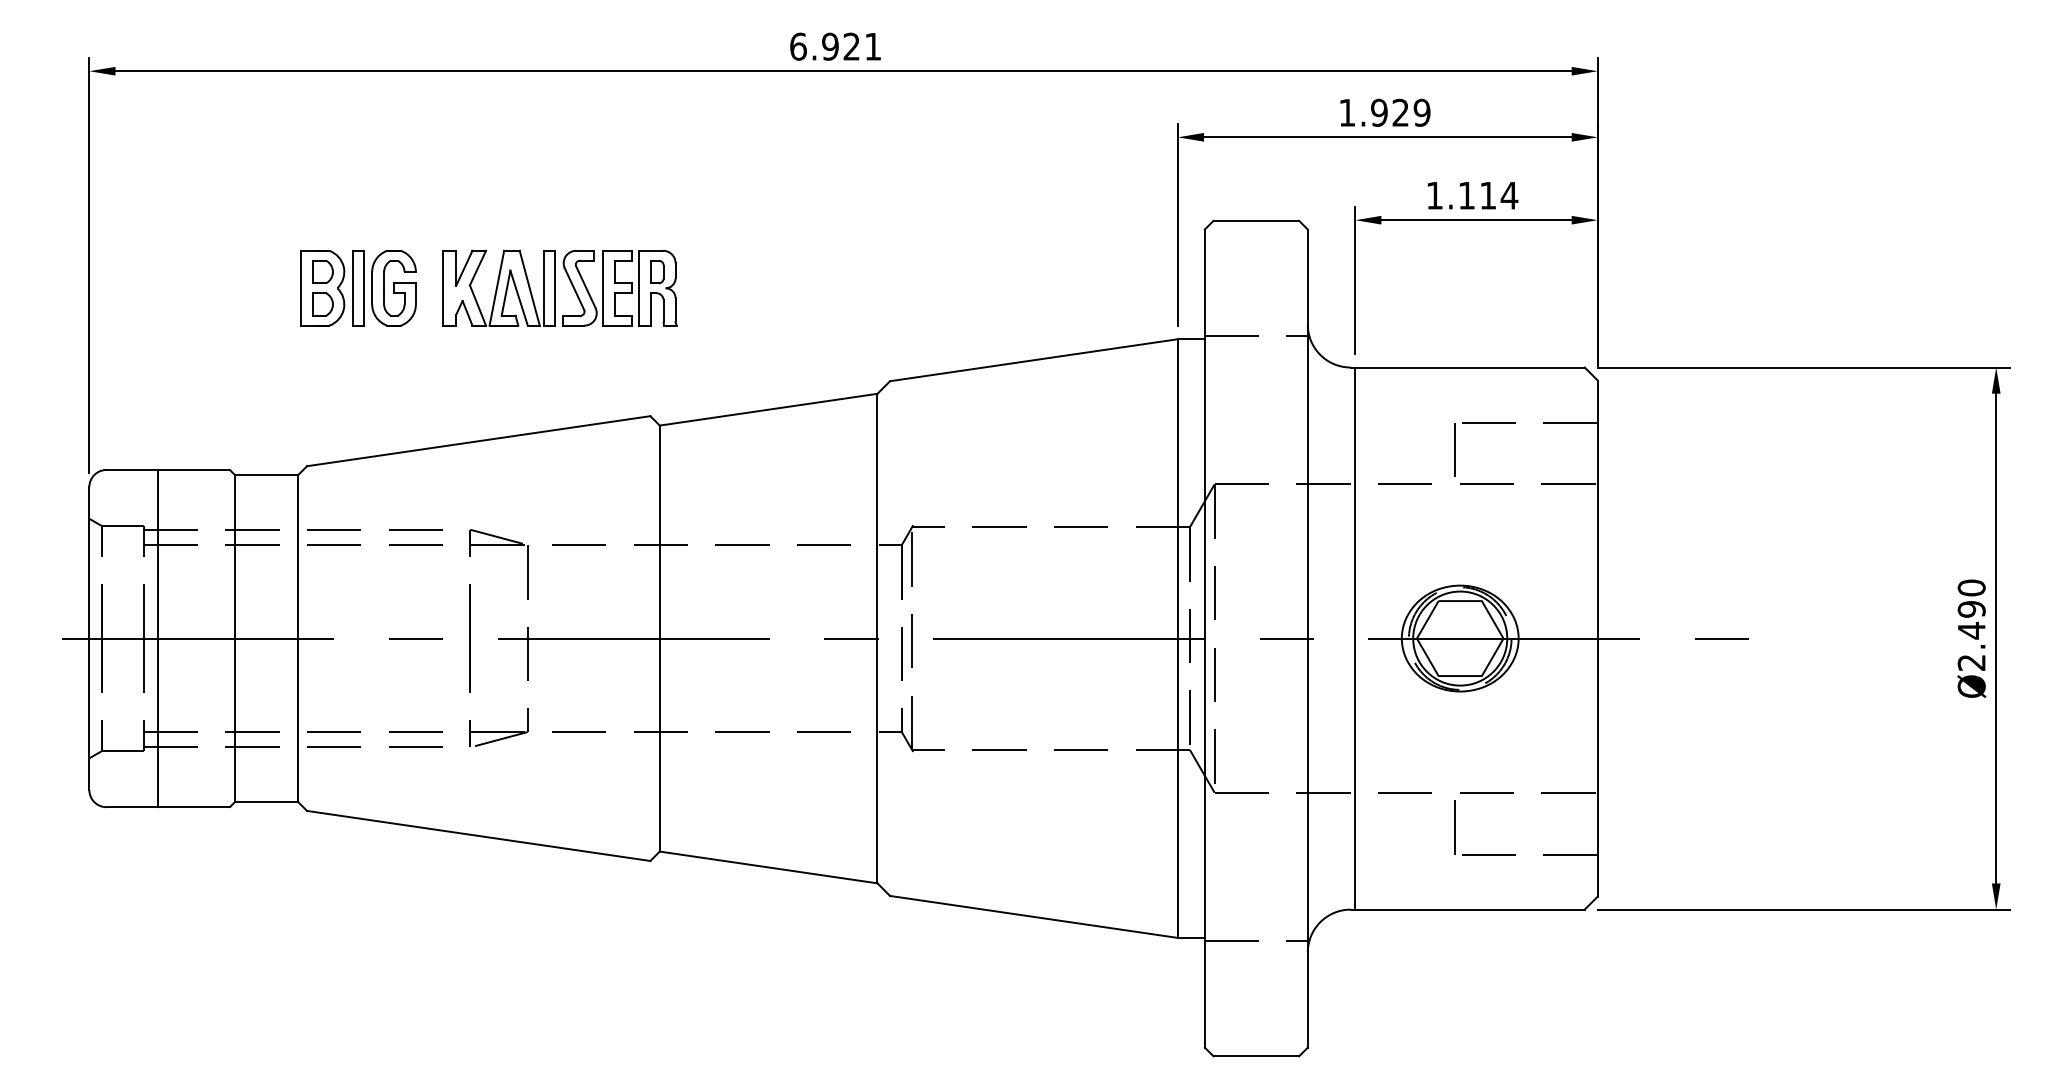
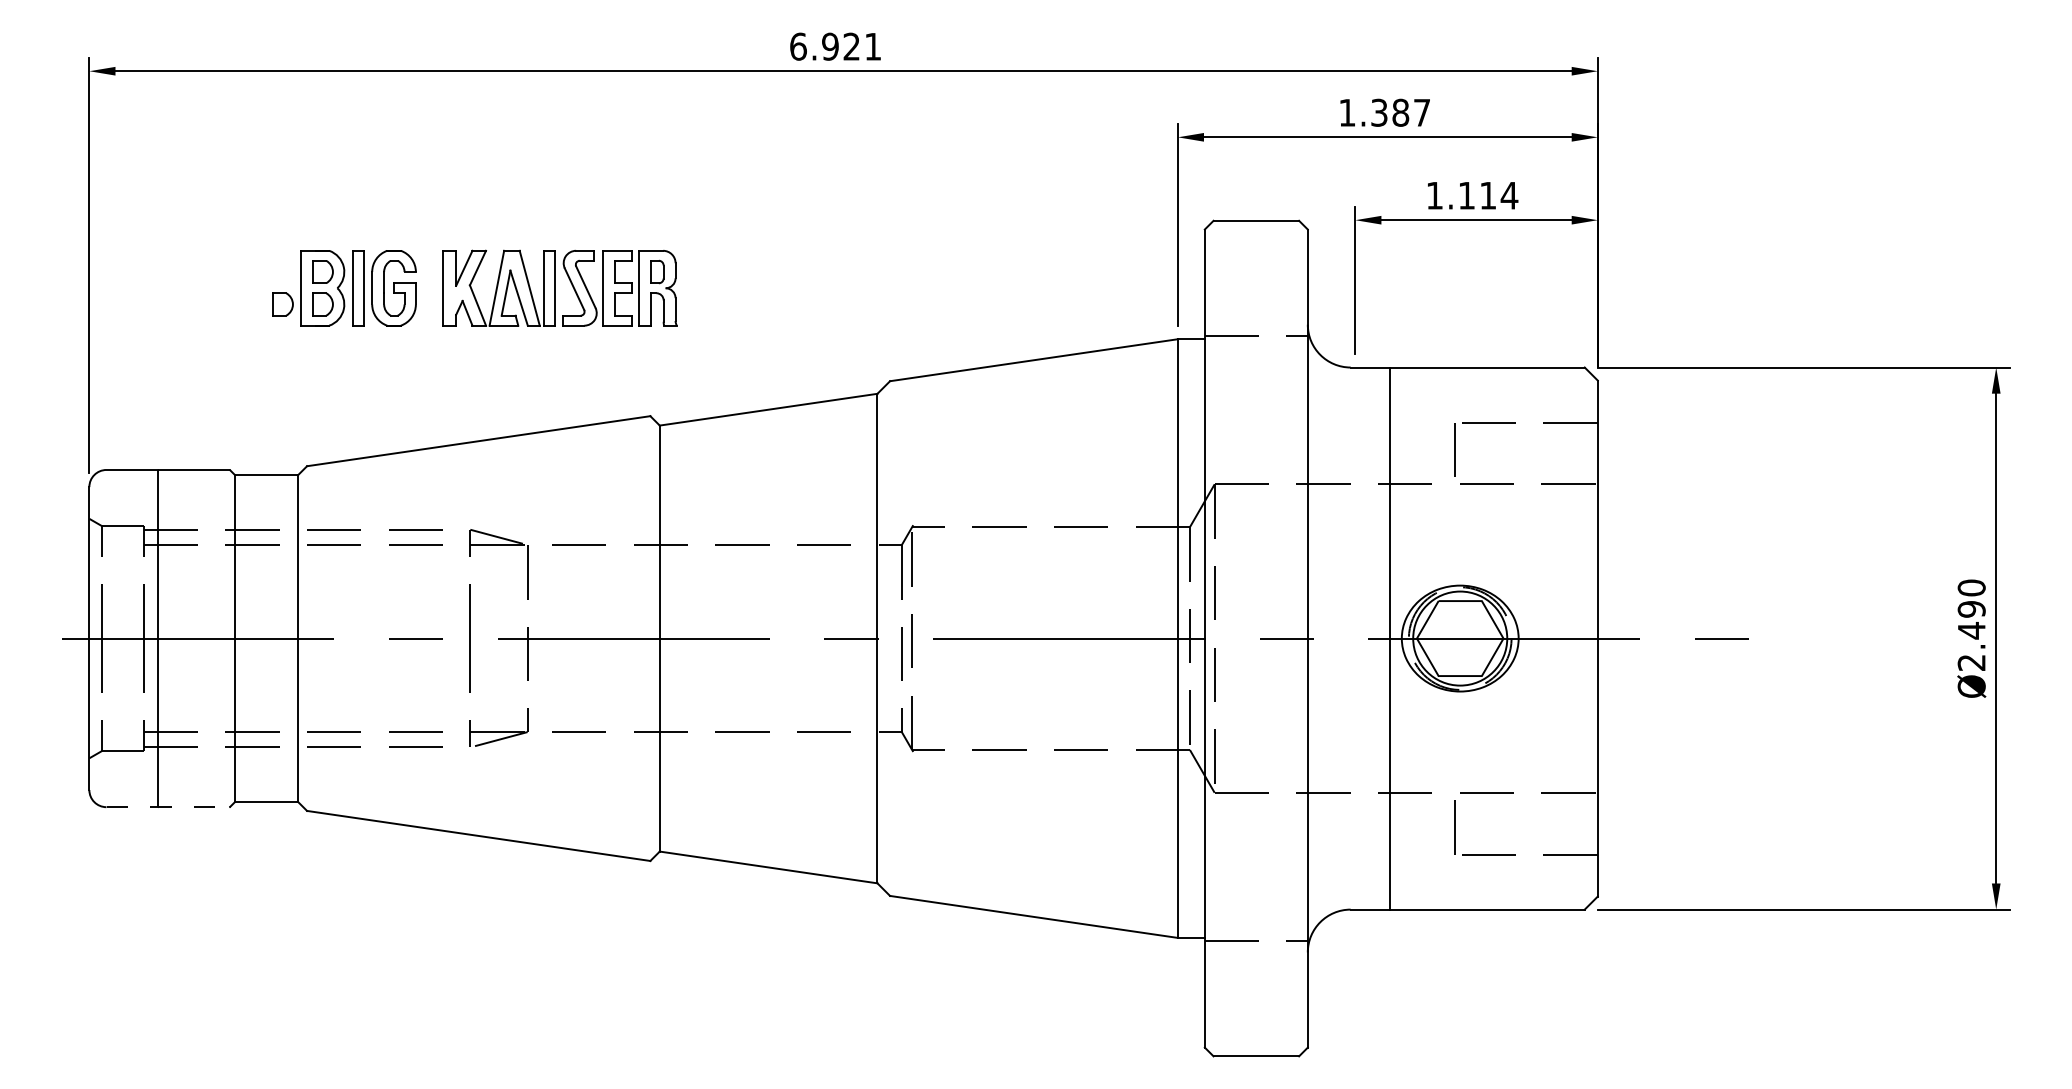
text at (1400, 112): 1.929 -> 1.387
part at (282, 304): none -> present
line at (1355, 638) position: (1355, 638) -> (1390, 638)
line at (168, 807): solid -> dashed
